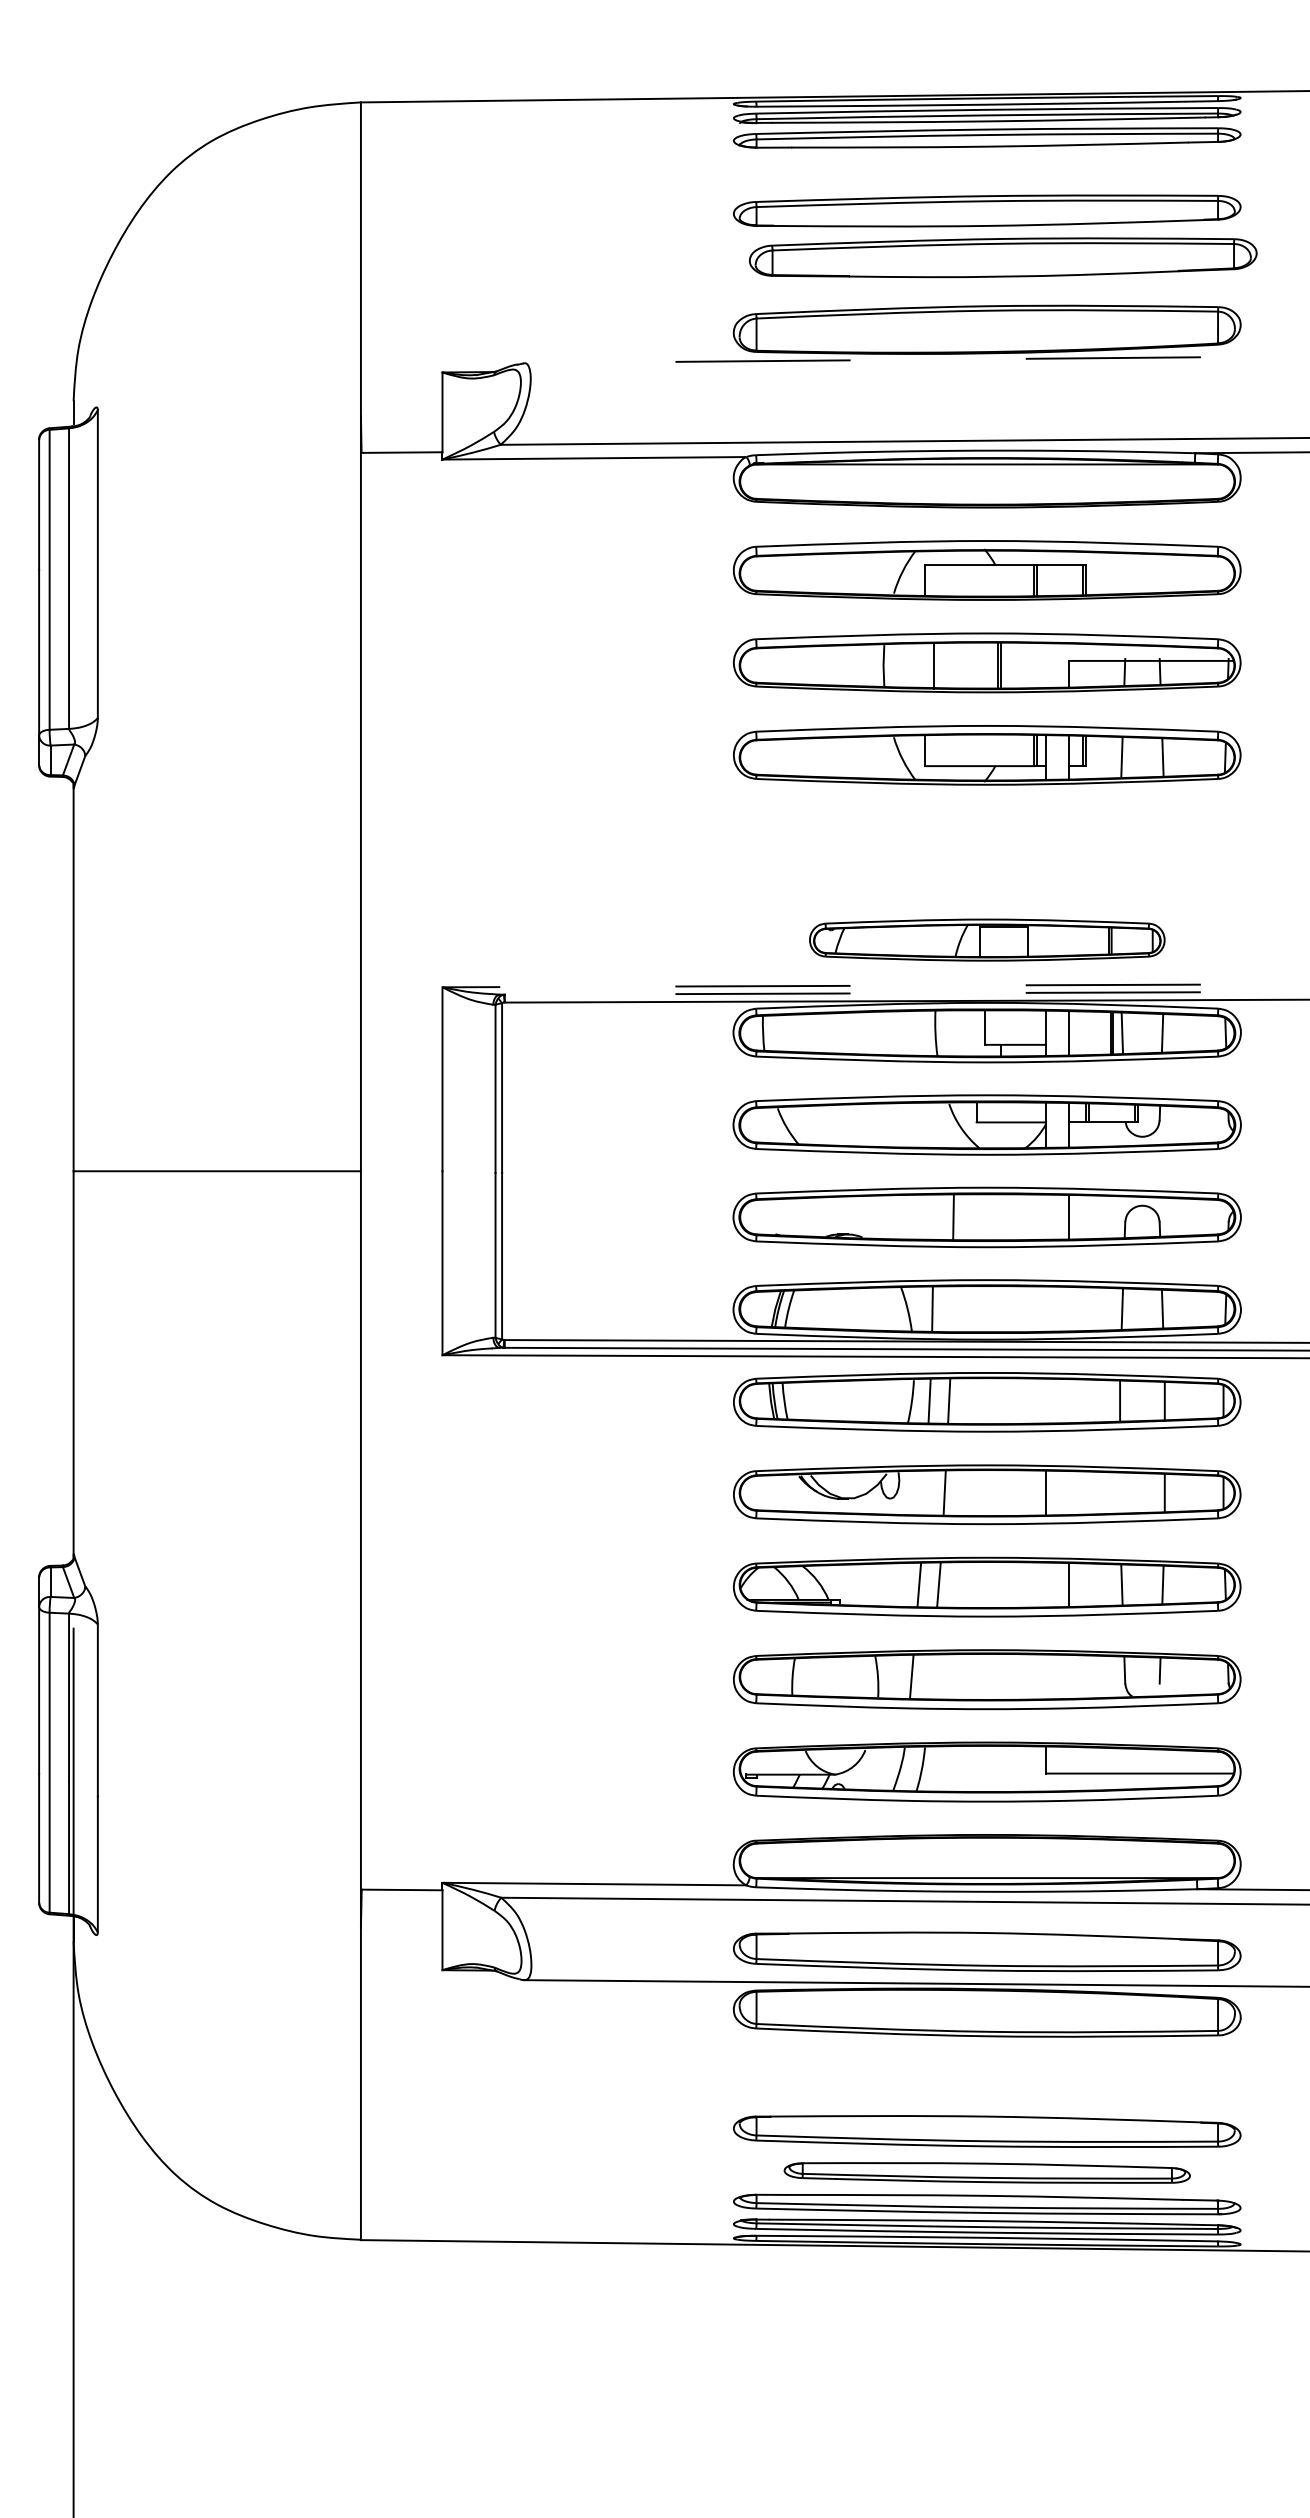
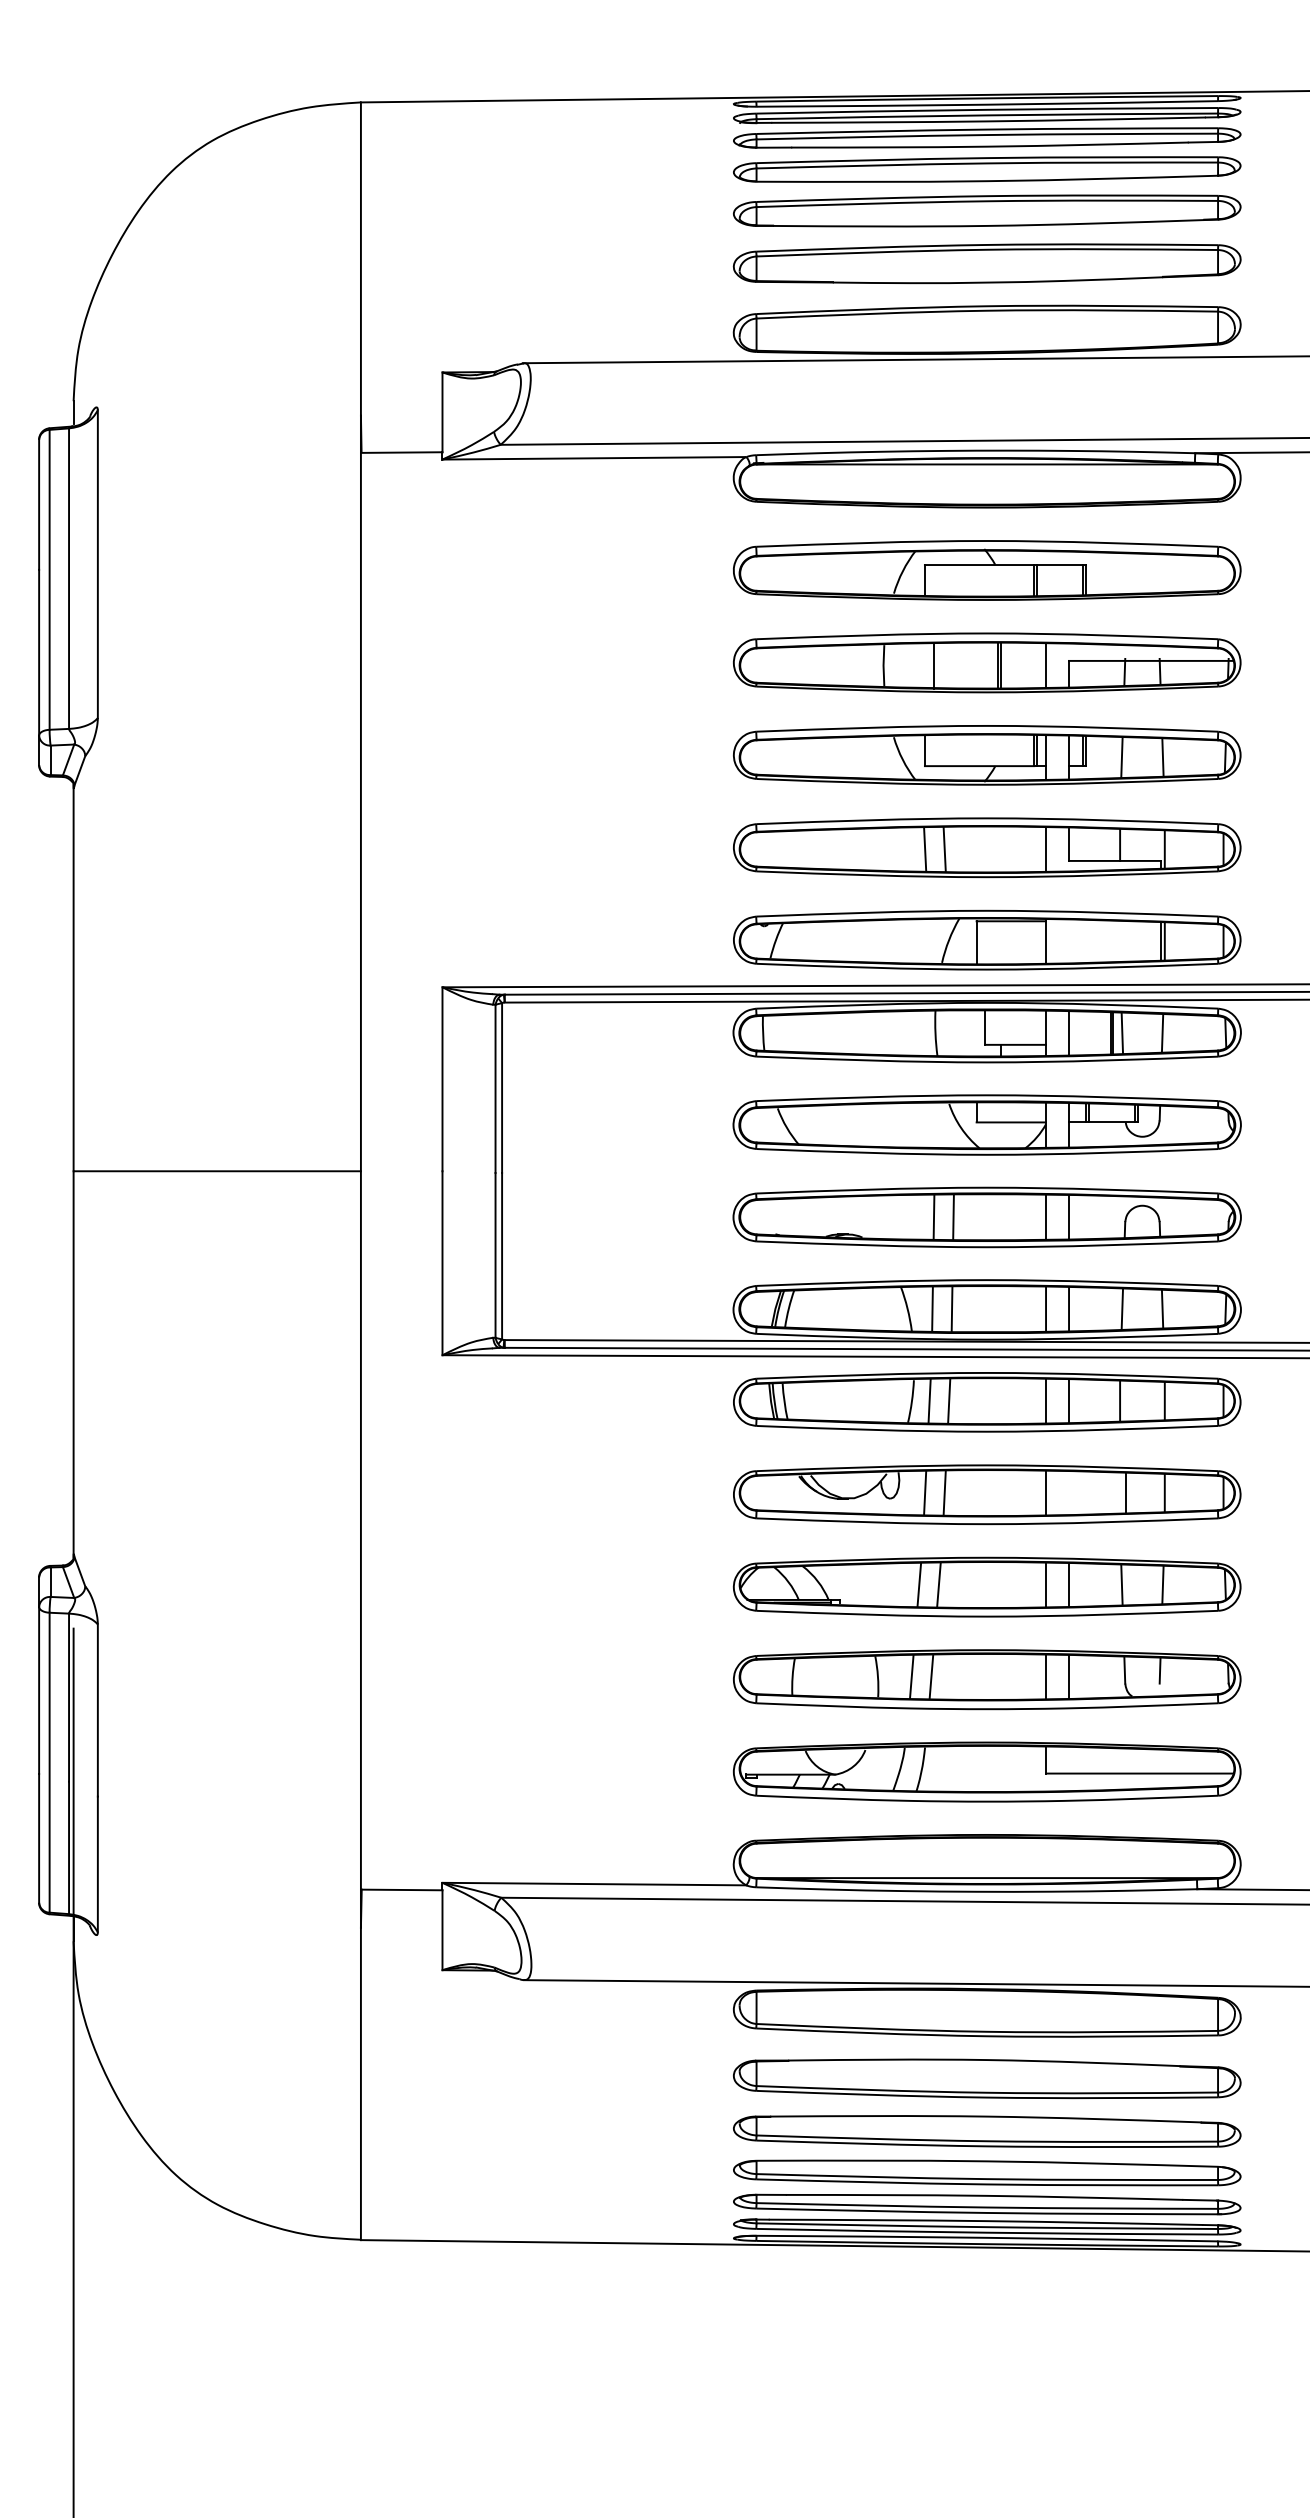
part at (987, 169): none -> present
part at (1002, 257) position: (1002, 257) -> (986, 263)
line at (915, 359): dashed -> solid
line at (1046, 665): none -> present
part at (987, 847): none -> present
part at (987, 939) size: 357x44 px -> 509x62 px
line at (875, 985): dashed -> solid
line at (906, 993): dashed -> solid
line at (933, 1216): none -> present
line at (1046, 1217): none -> present
line at (951, 1308): none -> present
line at (1046, 1308): none -> present
line at (1069, 1308): none -> present
line at (1046, 1400): none -> present
line at (1069, 1401): none -> present
line at (925, 1492): none -> present
line at (1126, 1492): none -> present
line at (1046, 1584): none -> present
line at (931, 1676): none -> present
line at (1046, 1676): none -> present
line at (1069, 1676): none -> present
part at (987, 1951) position: (987, 1951) -> (987, 2078)
part at (986, 2172) size: 408x22 px -> 509x28 px
